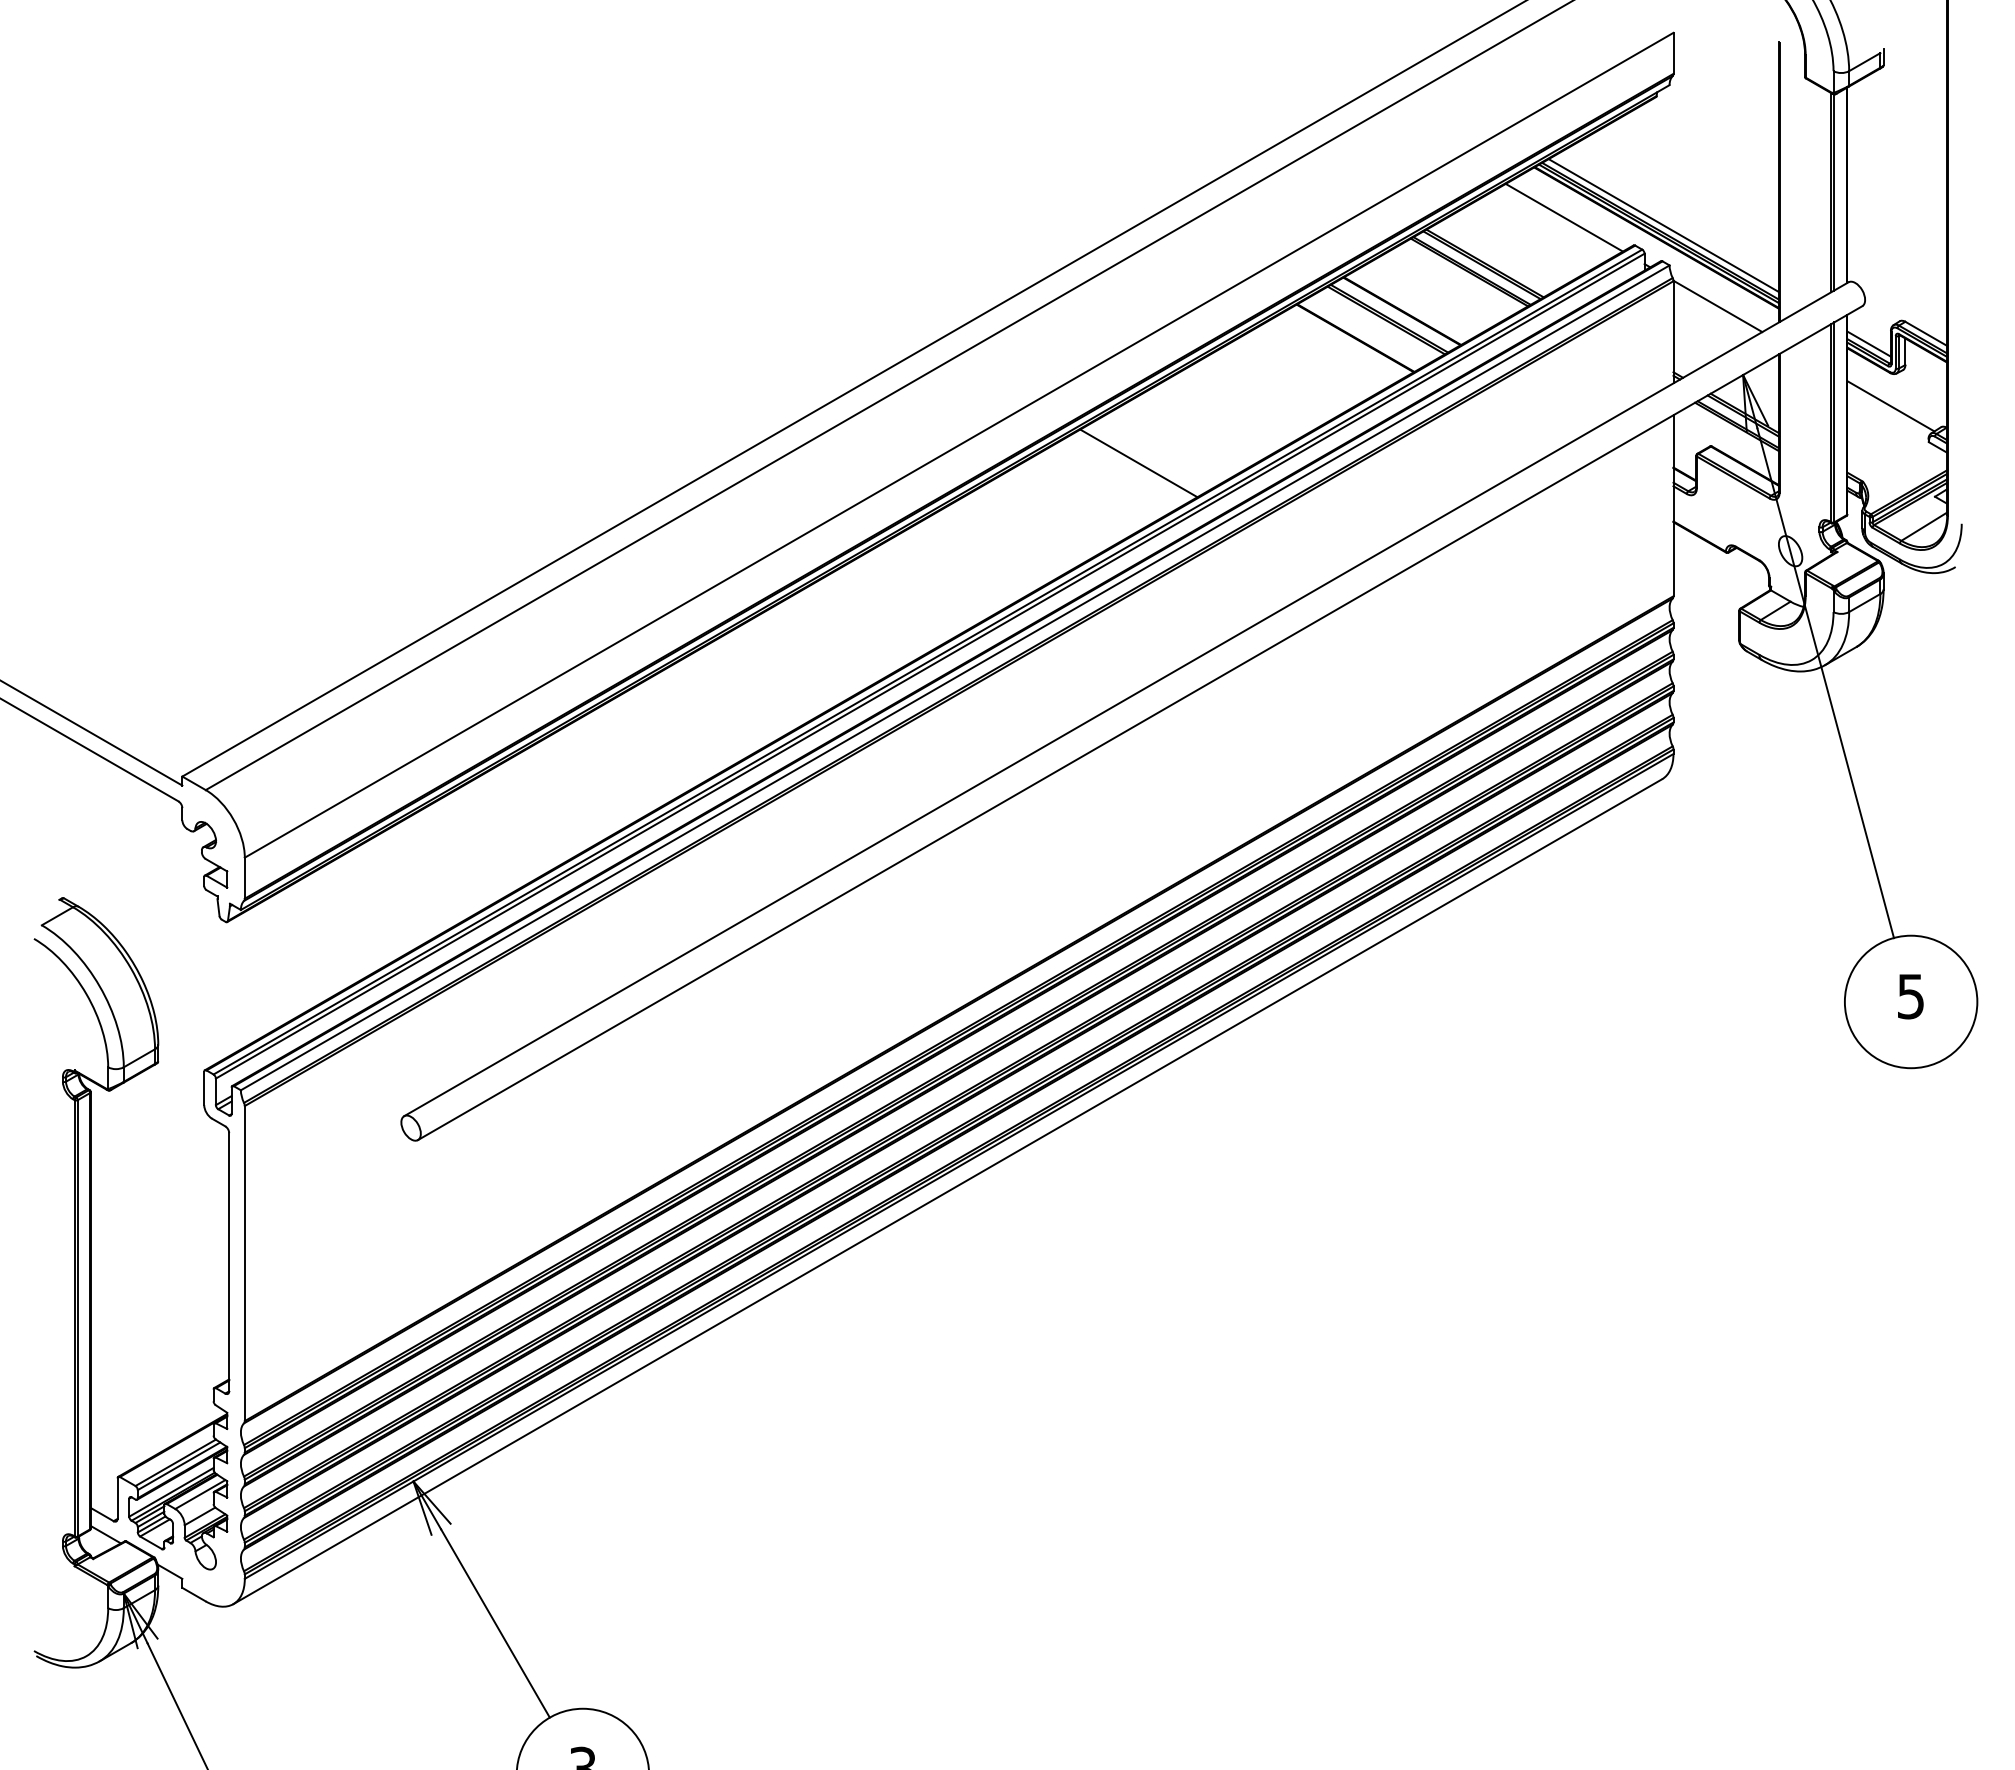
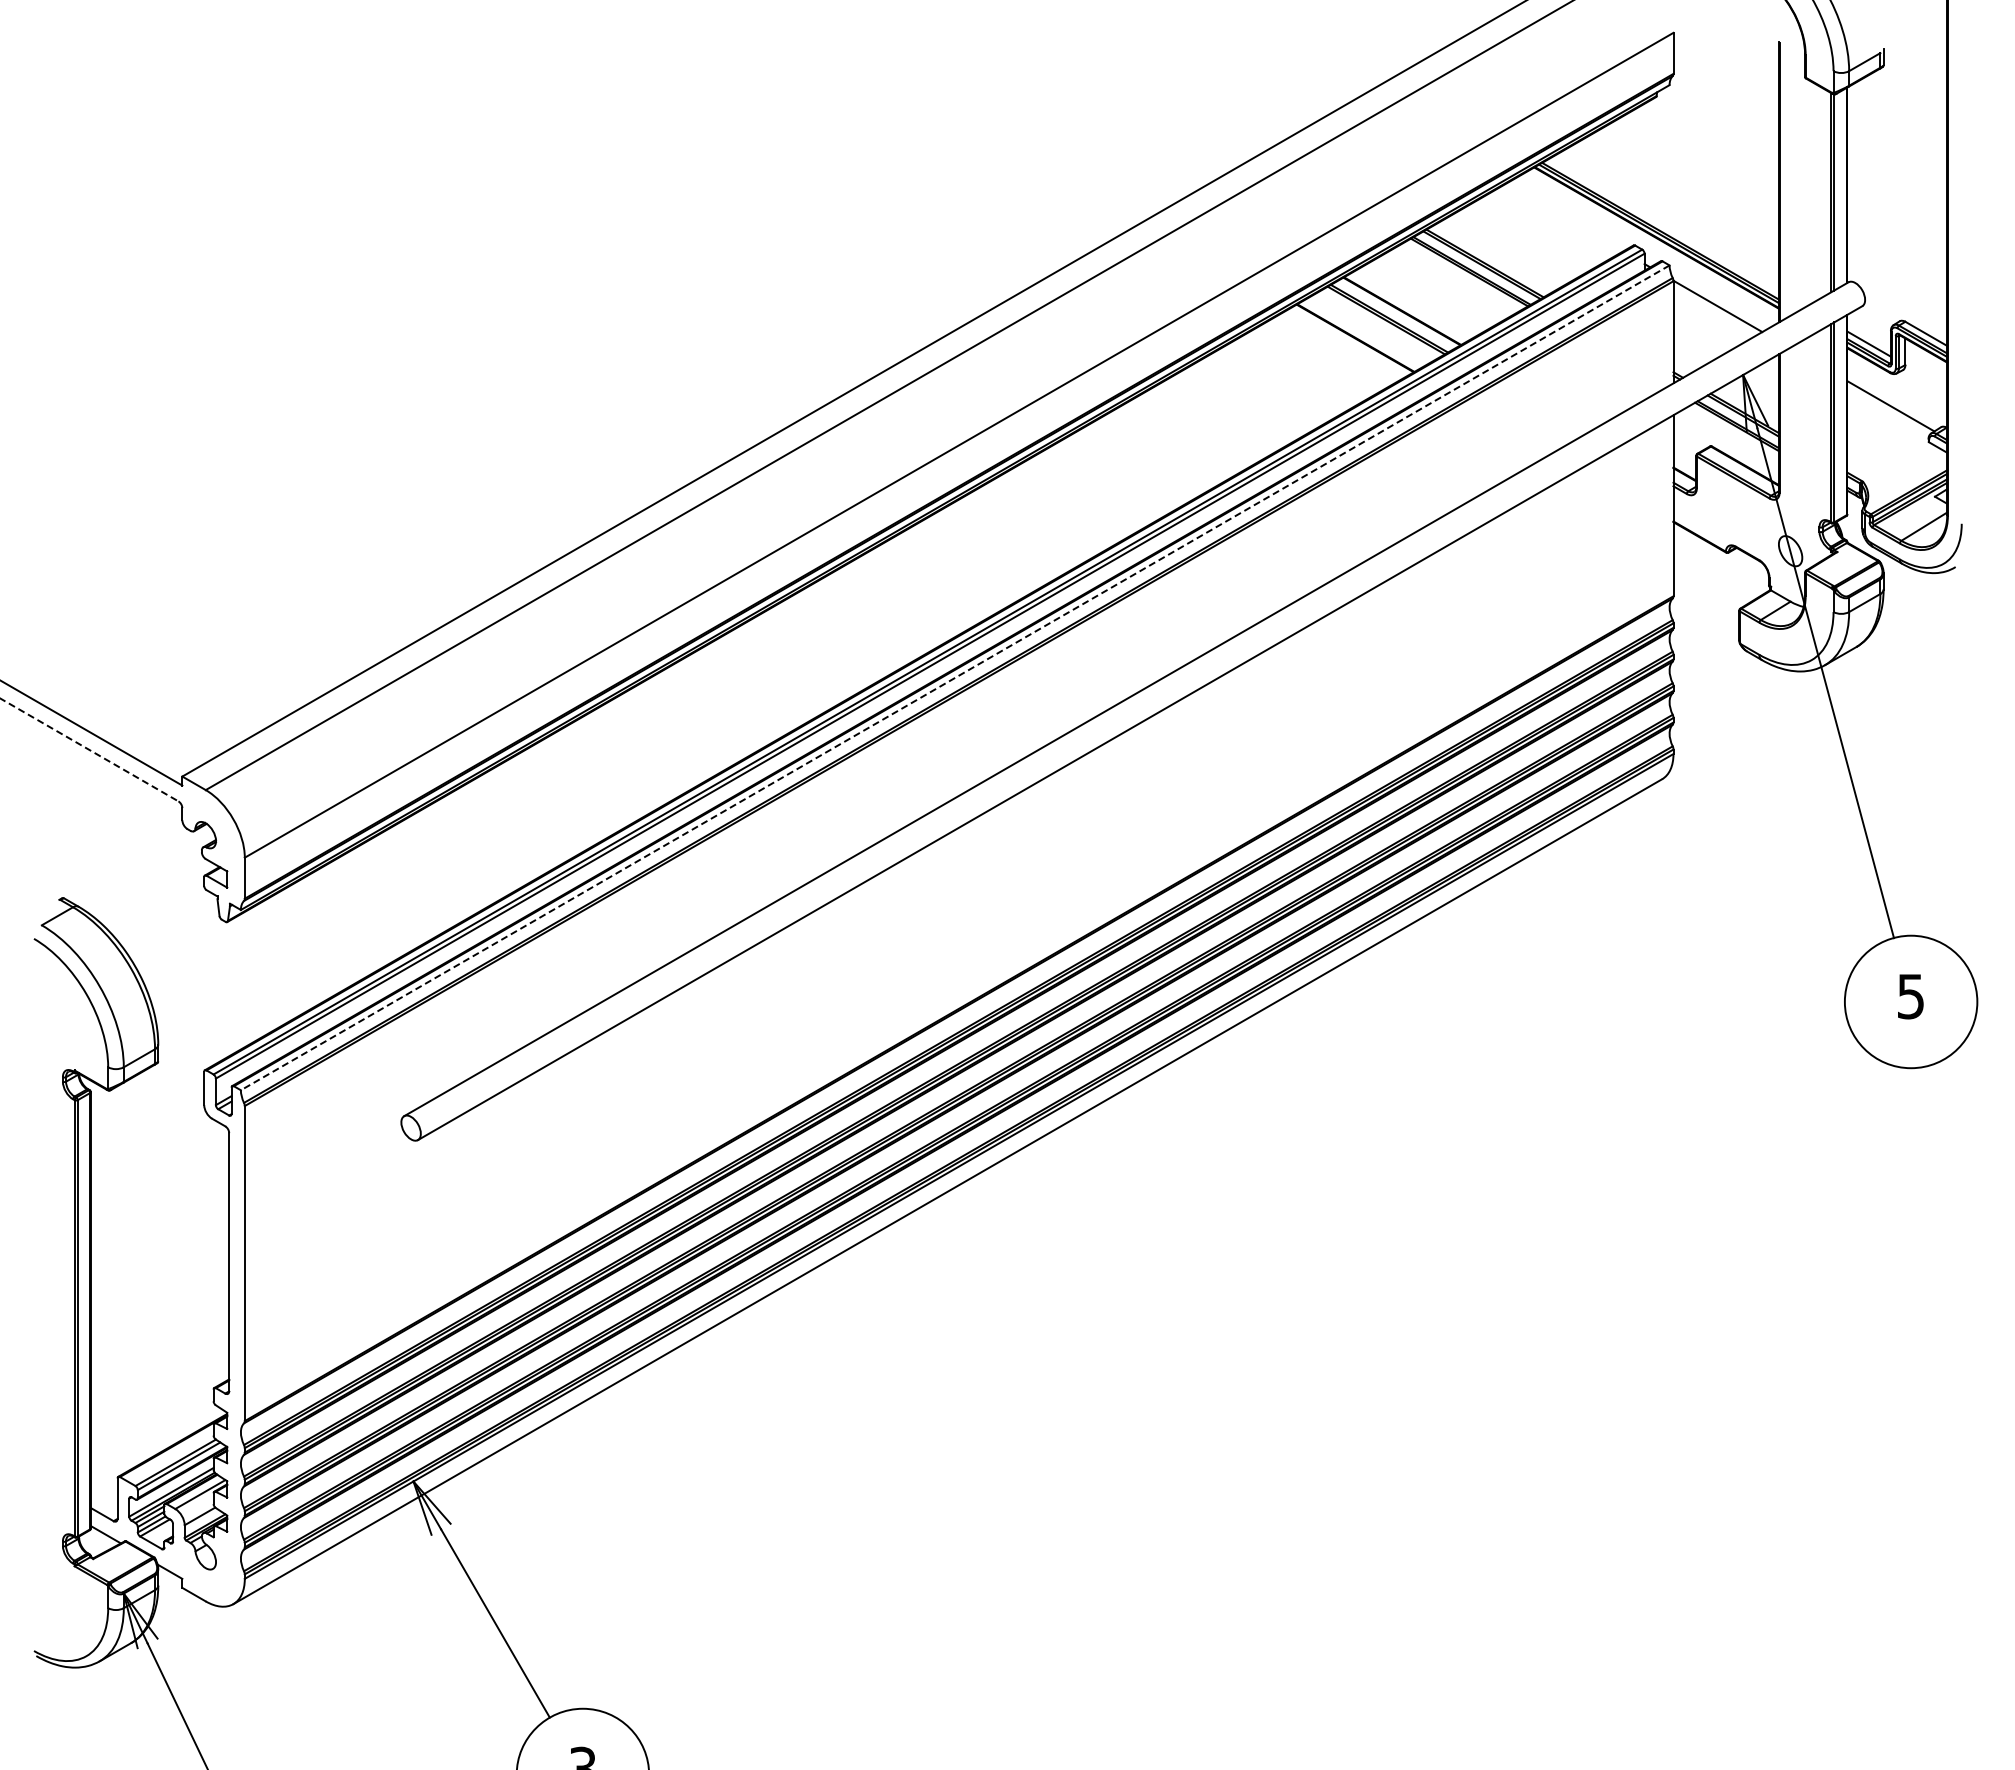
line at (1563, 217): present -> none
line at (1663, 225): present -> none
line at (1138, 463): present -> none
line at (955, 677): solid -> dashed
line at (89, 749): solid -> dashed
